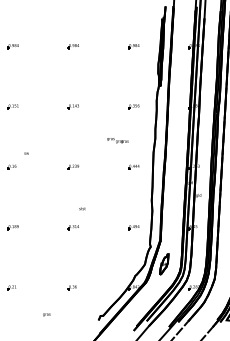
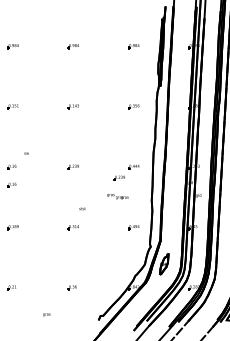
text at (117, 140) position: (117, 140) -> (117, 196)
part at (118, 177): none -> present
part at (11, 184): none -> present
